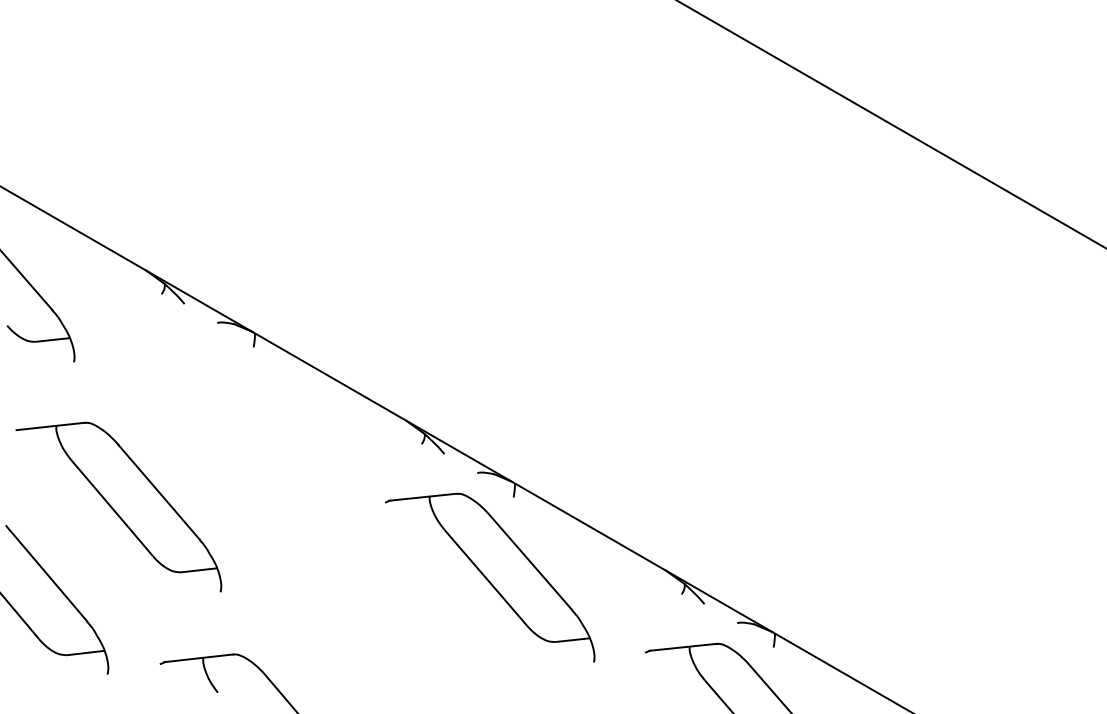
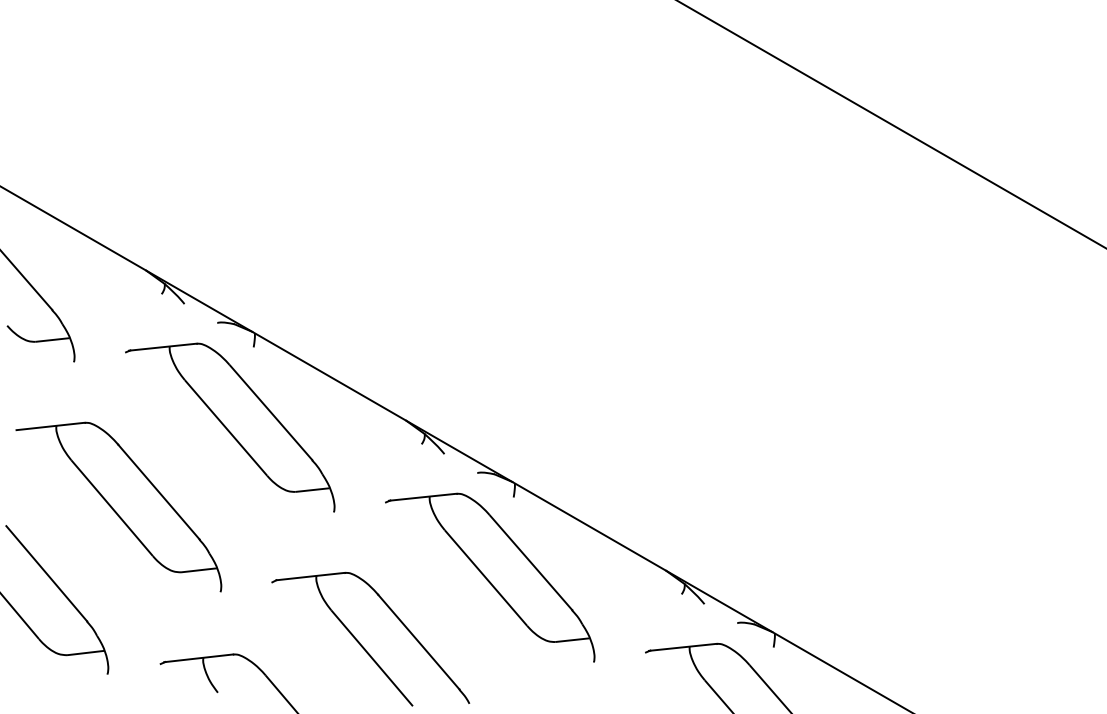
part at (230, 427): none -> present
part at (362, 645): none -> present
